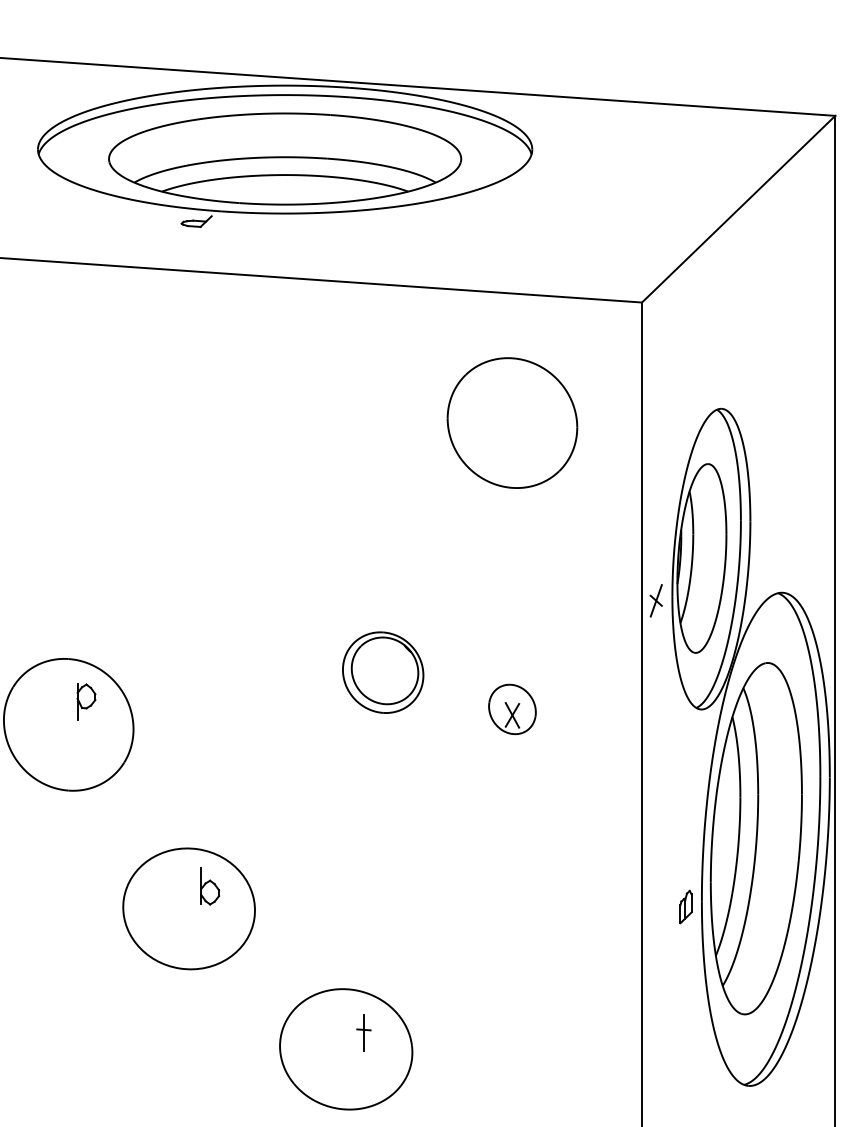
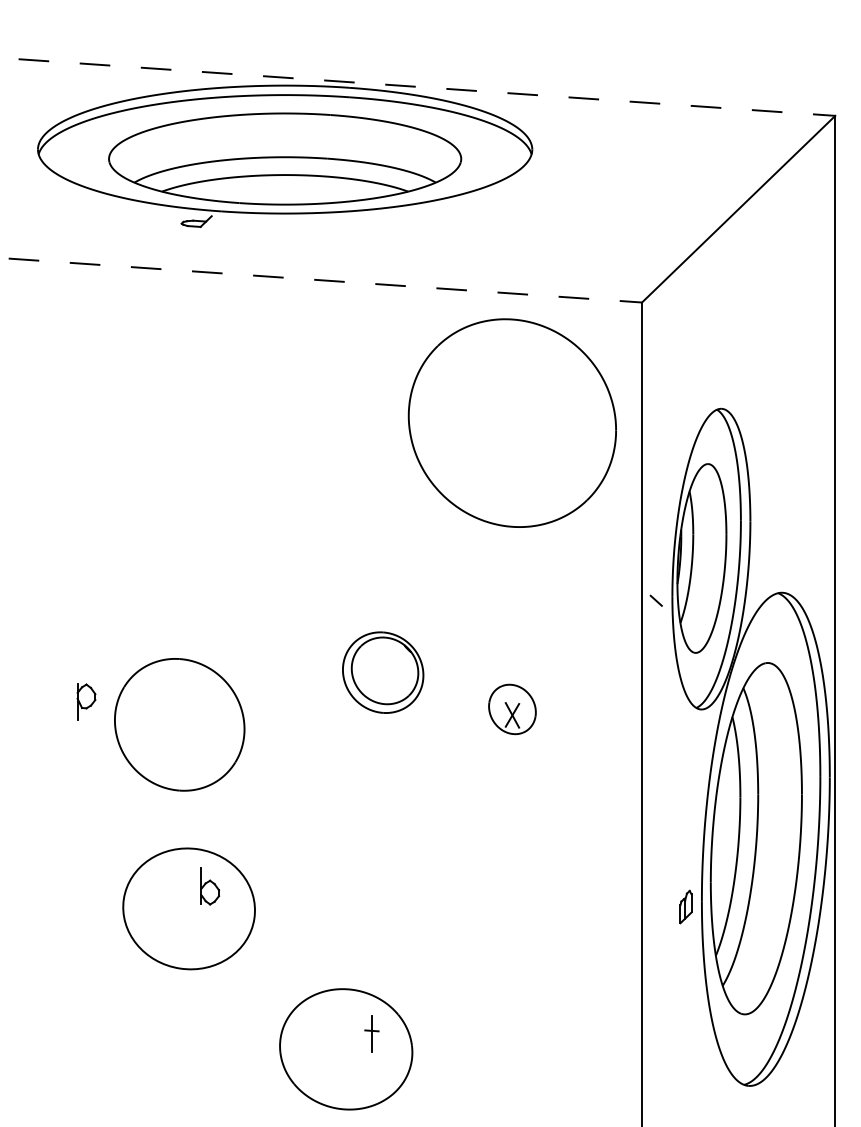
line at (418, 86): solid -> dashed
line at (321, 280): solid -> dashed
part at (512, 422) size: 133x132 px -> 210x210 px
line at (655, 600): present -> none
part at (68, 724) position: (68, 724) -> (179, 724)
part at (363, 1032) position: (363, 1032) -> (371, 1033)
